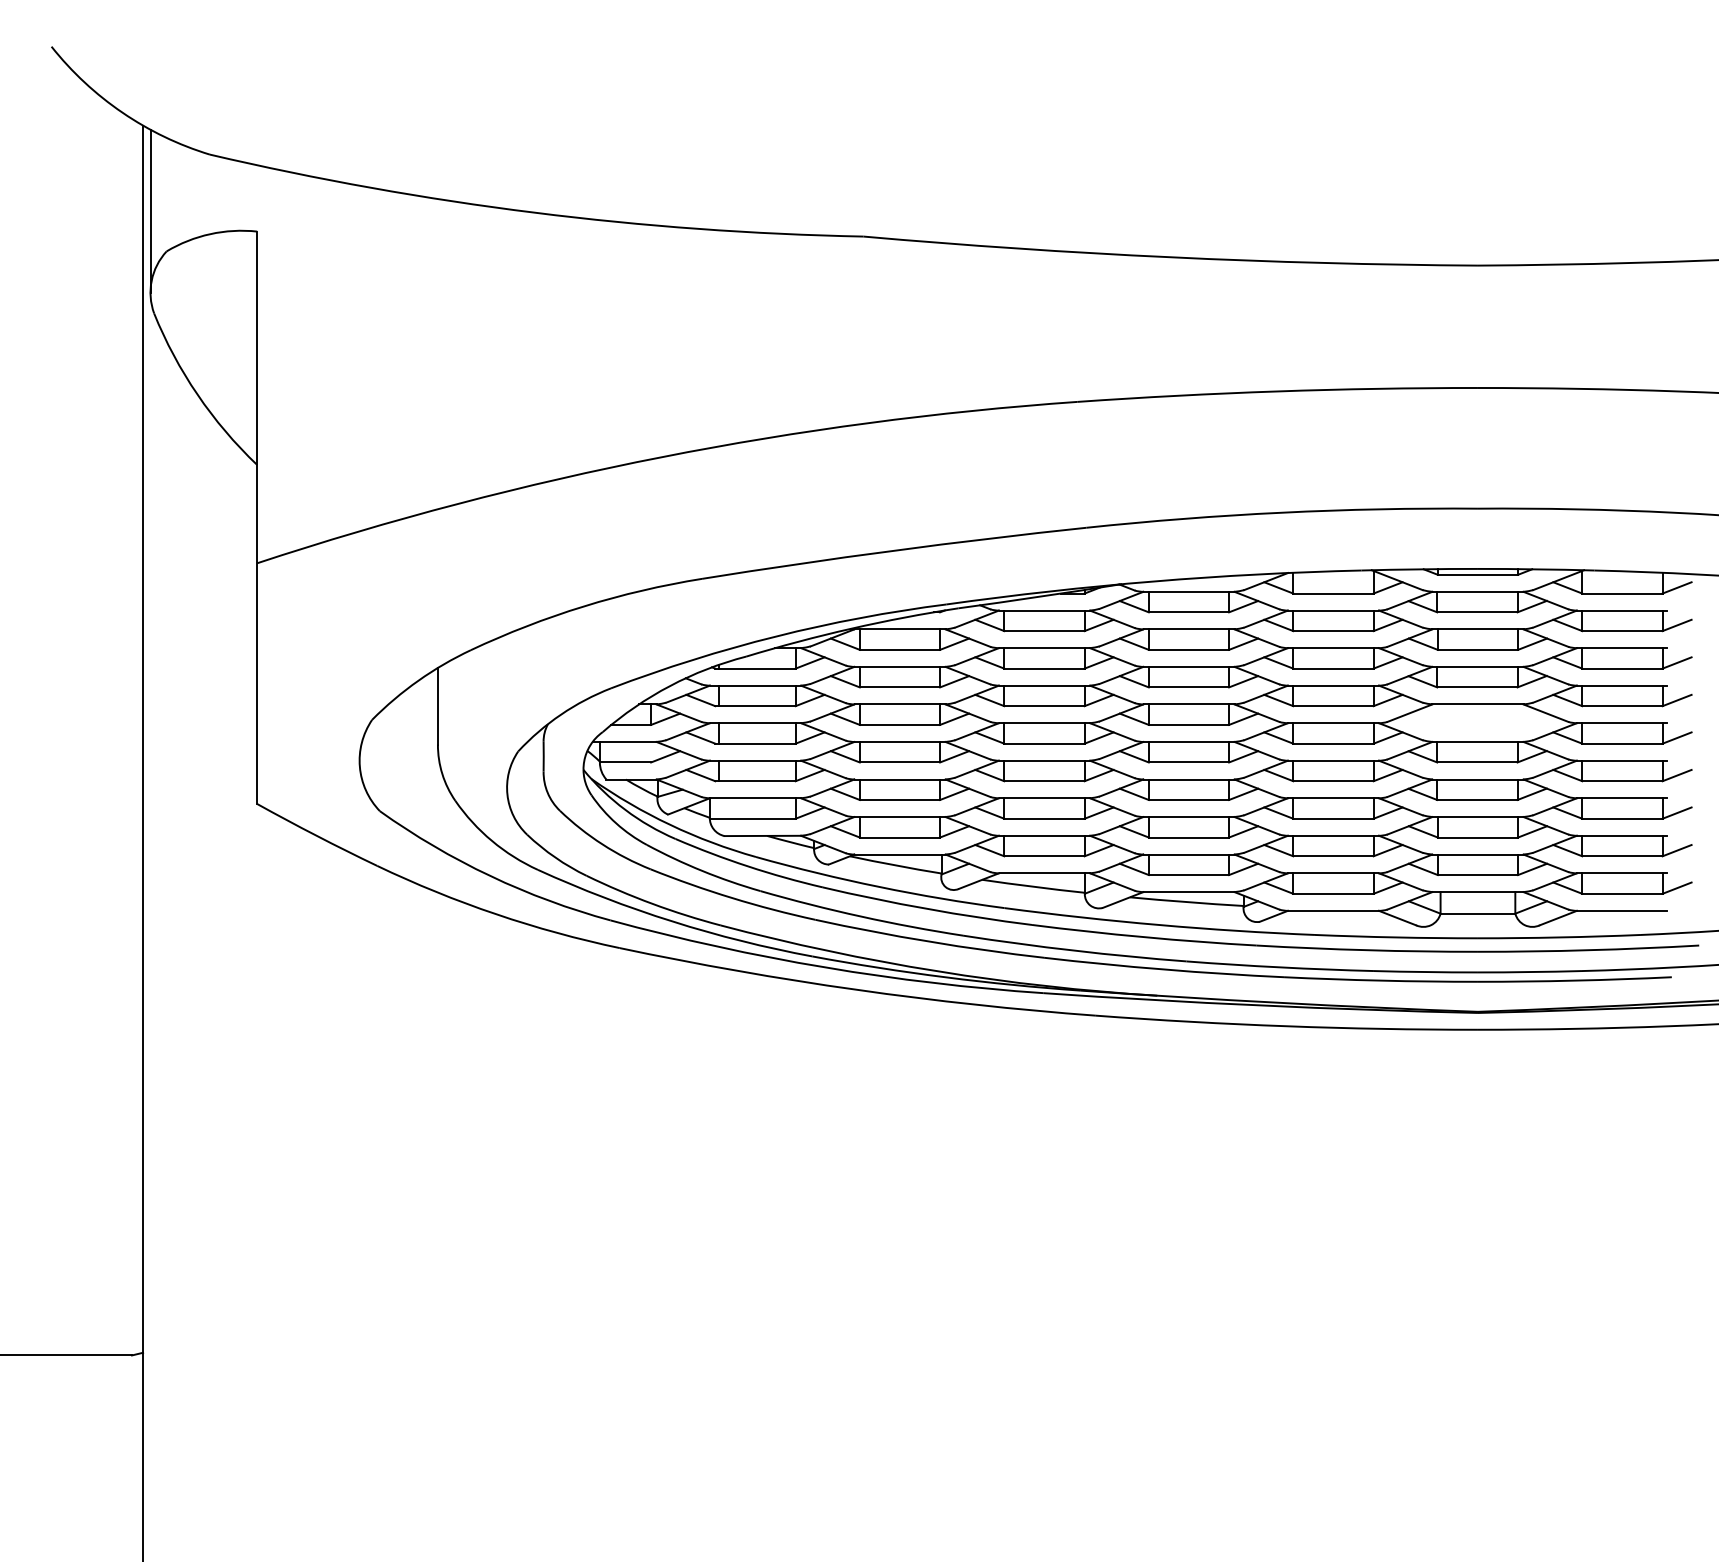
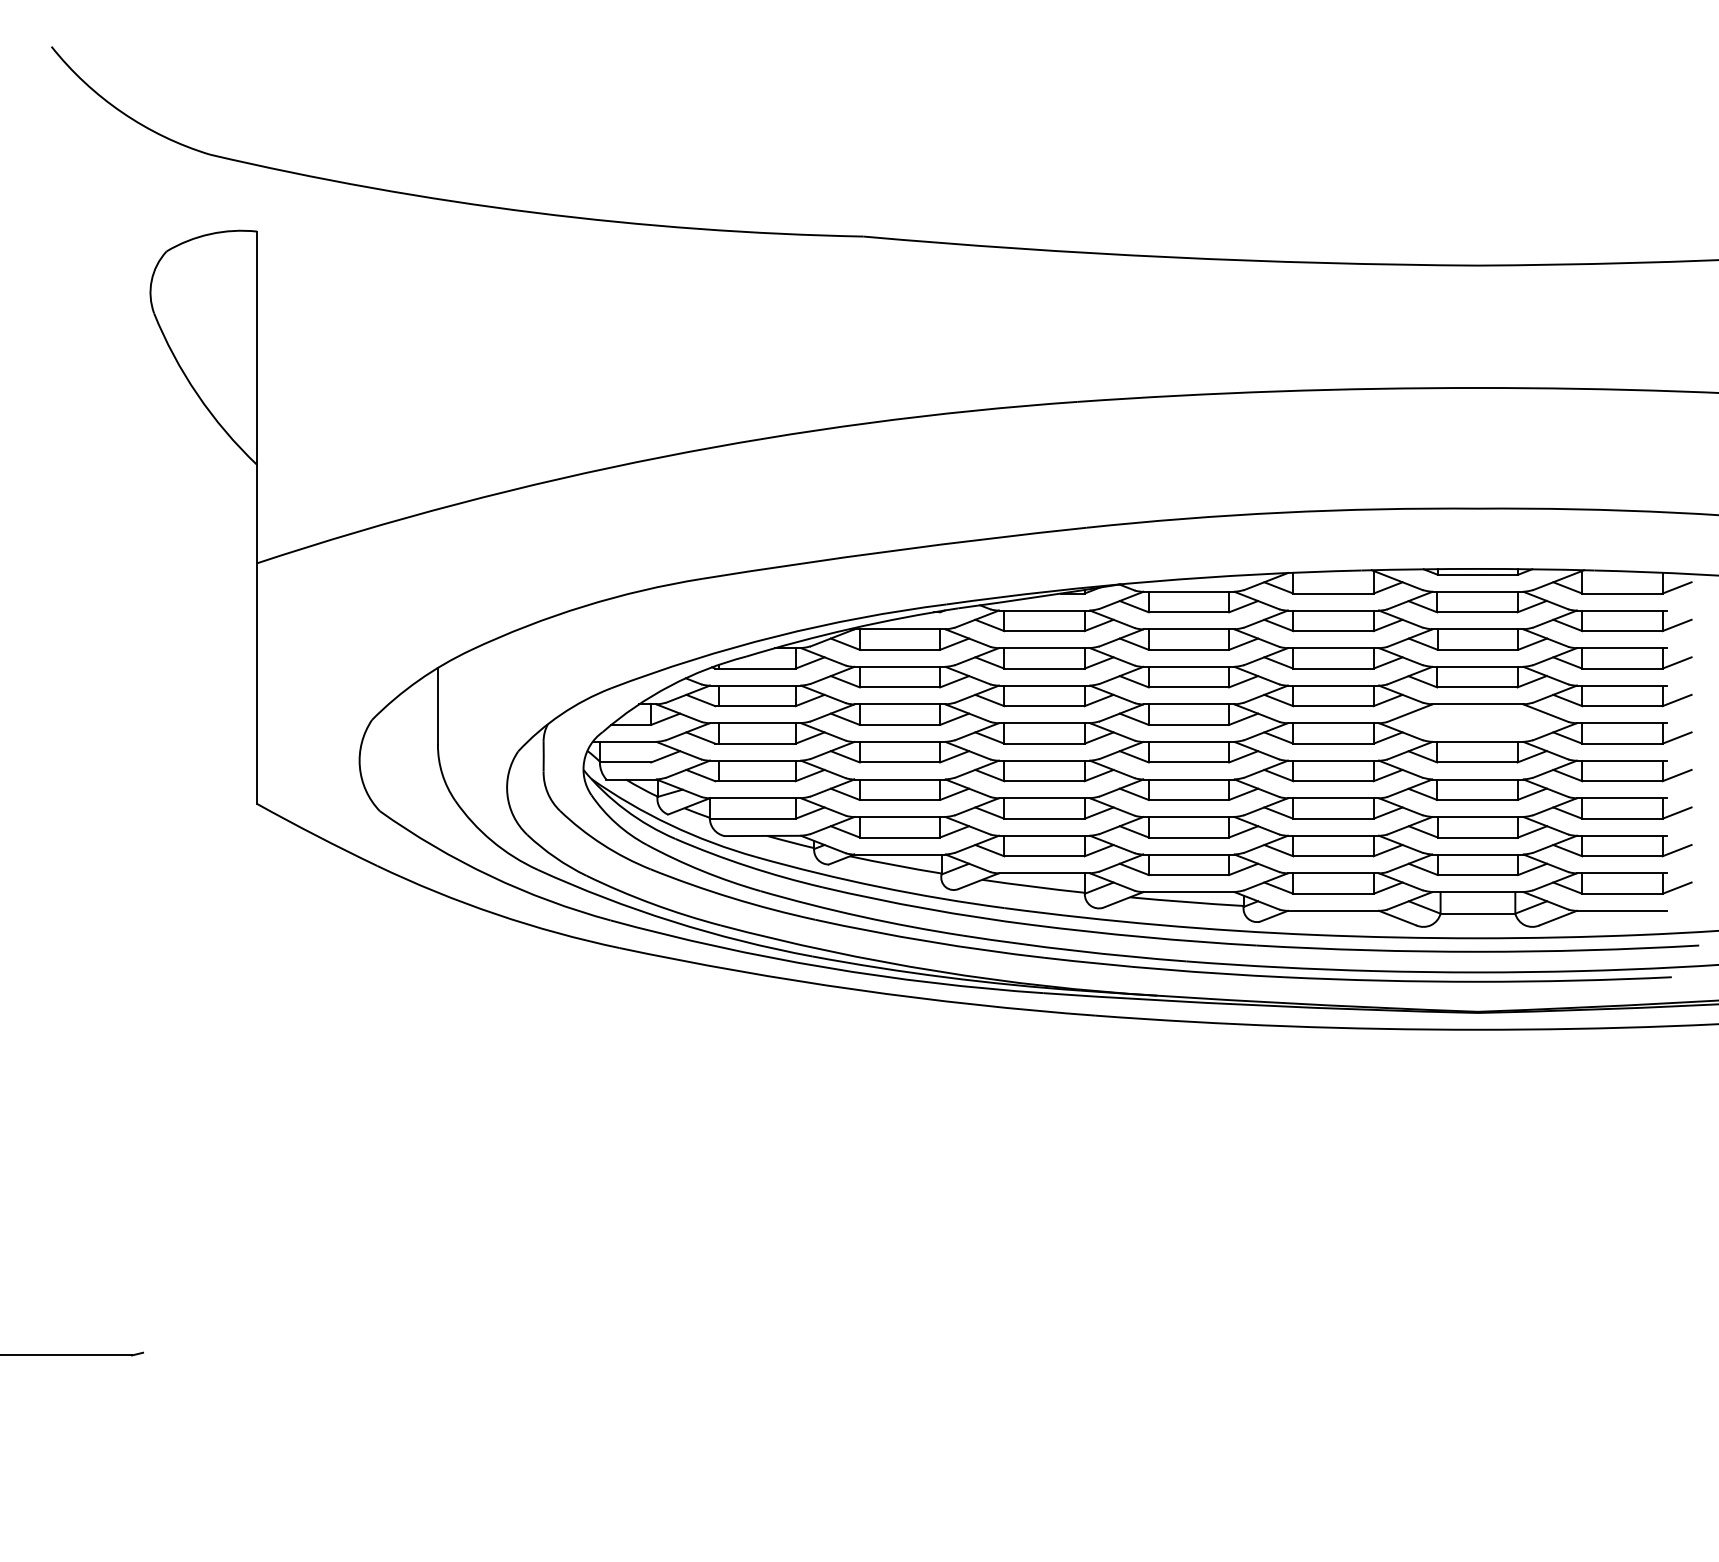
line at (150, 210): present -> none
line at (143, 841): present -> none
